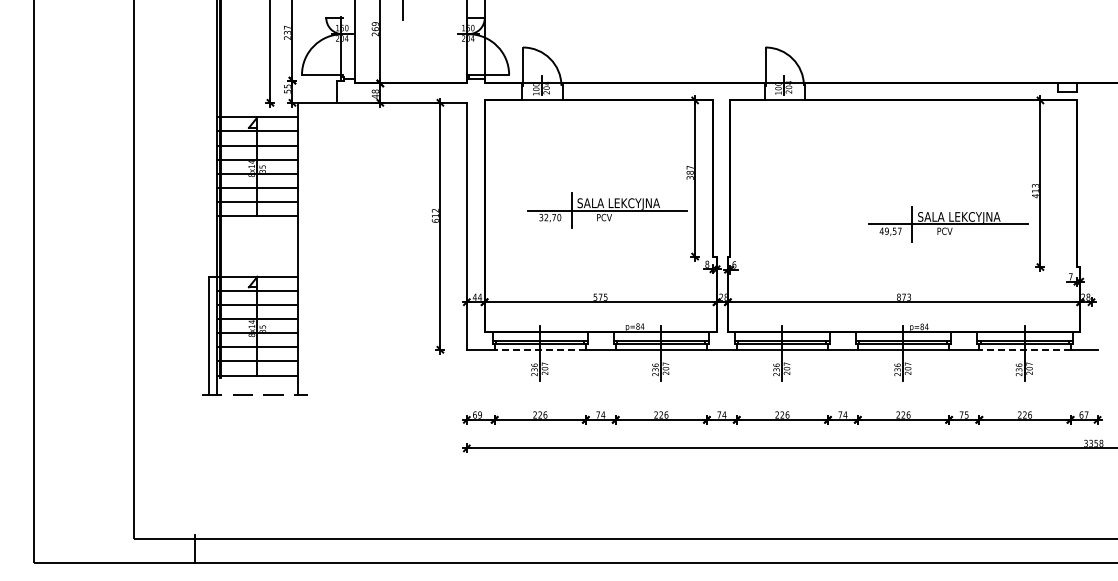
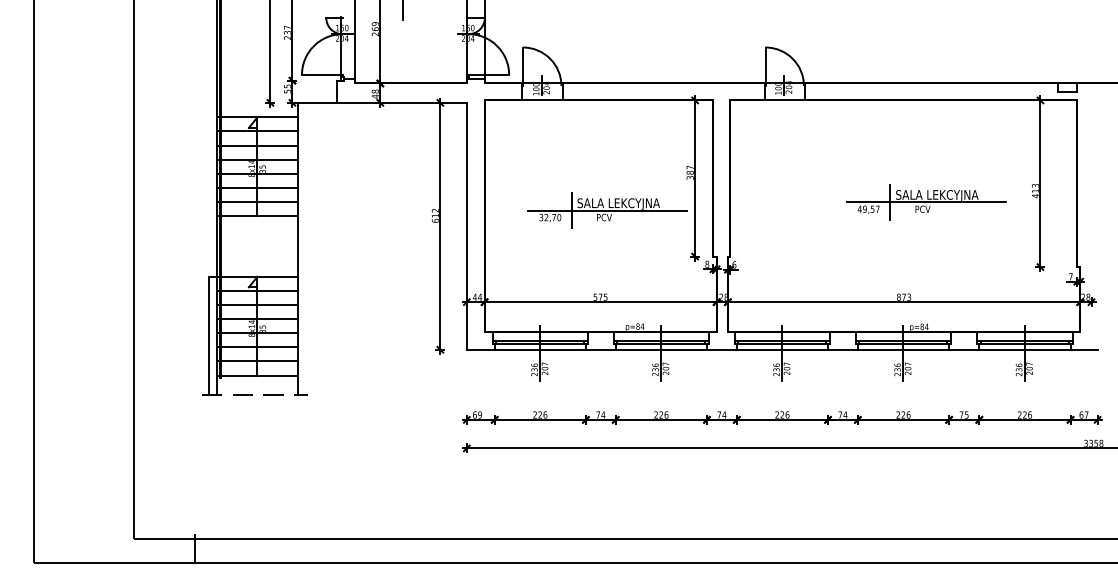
part at (948, 224) position: (948, 224) -> (926, 202)
line at (540, 349): dashed -> solid
line at (1024, 349): dashed -> solid
